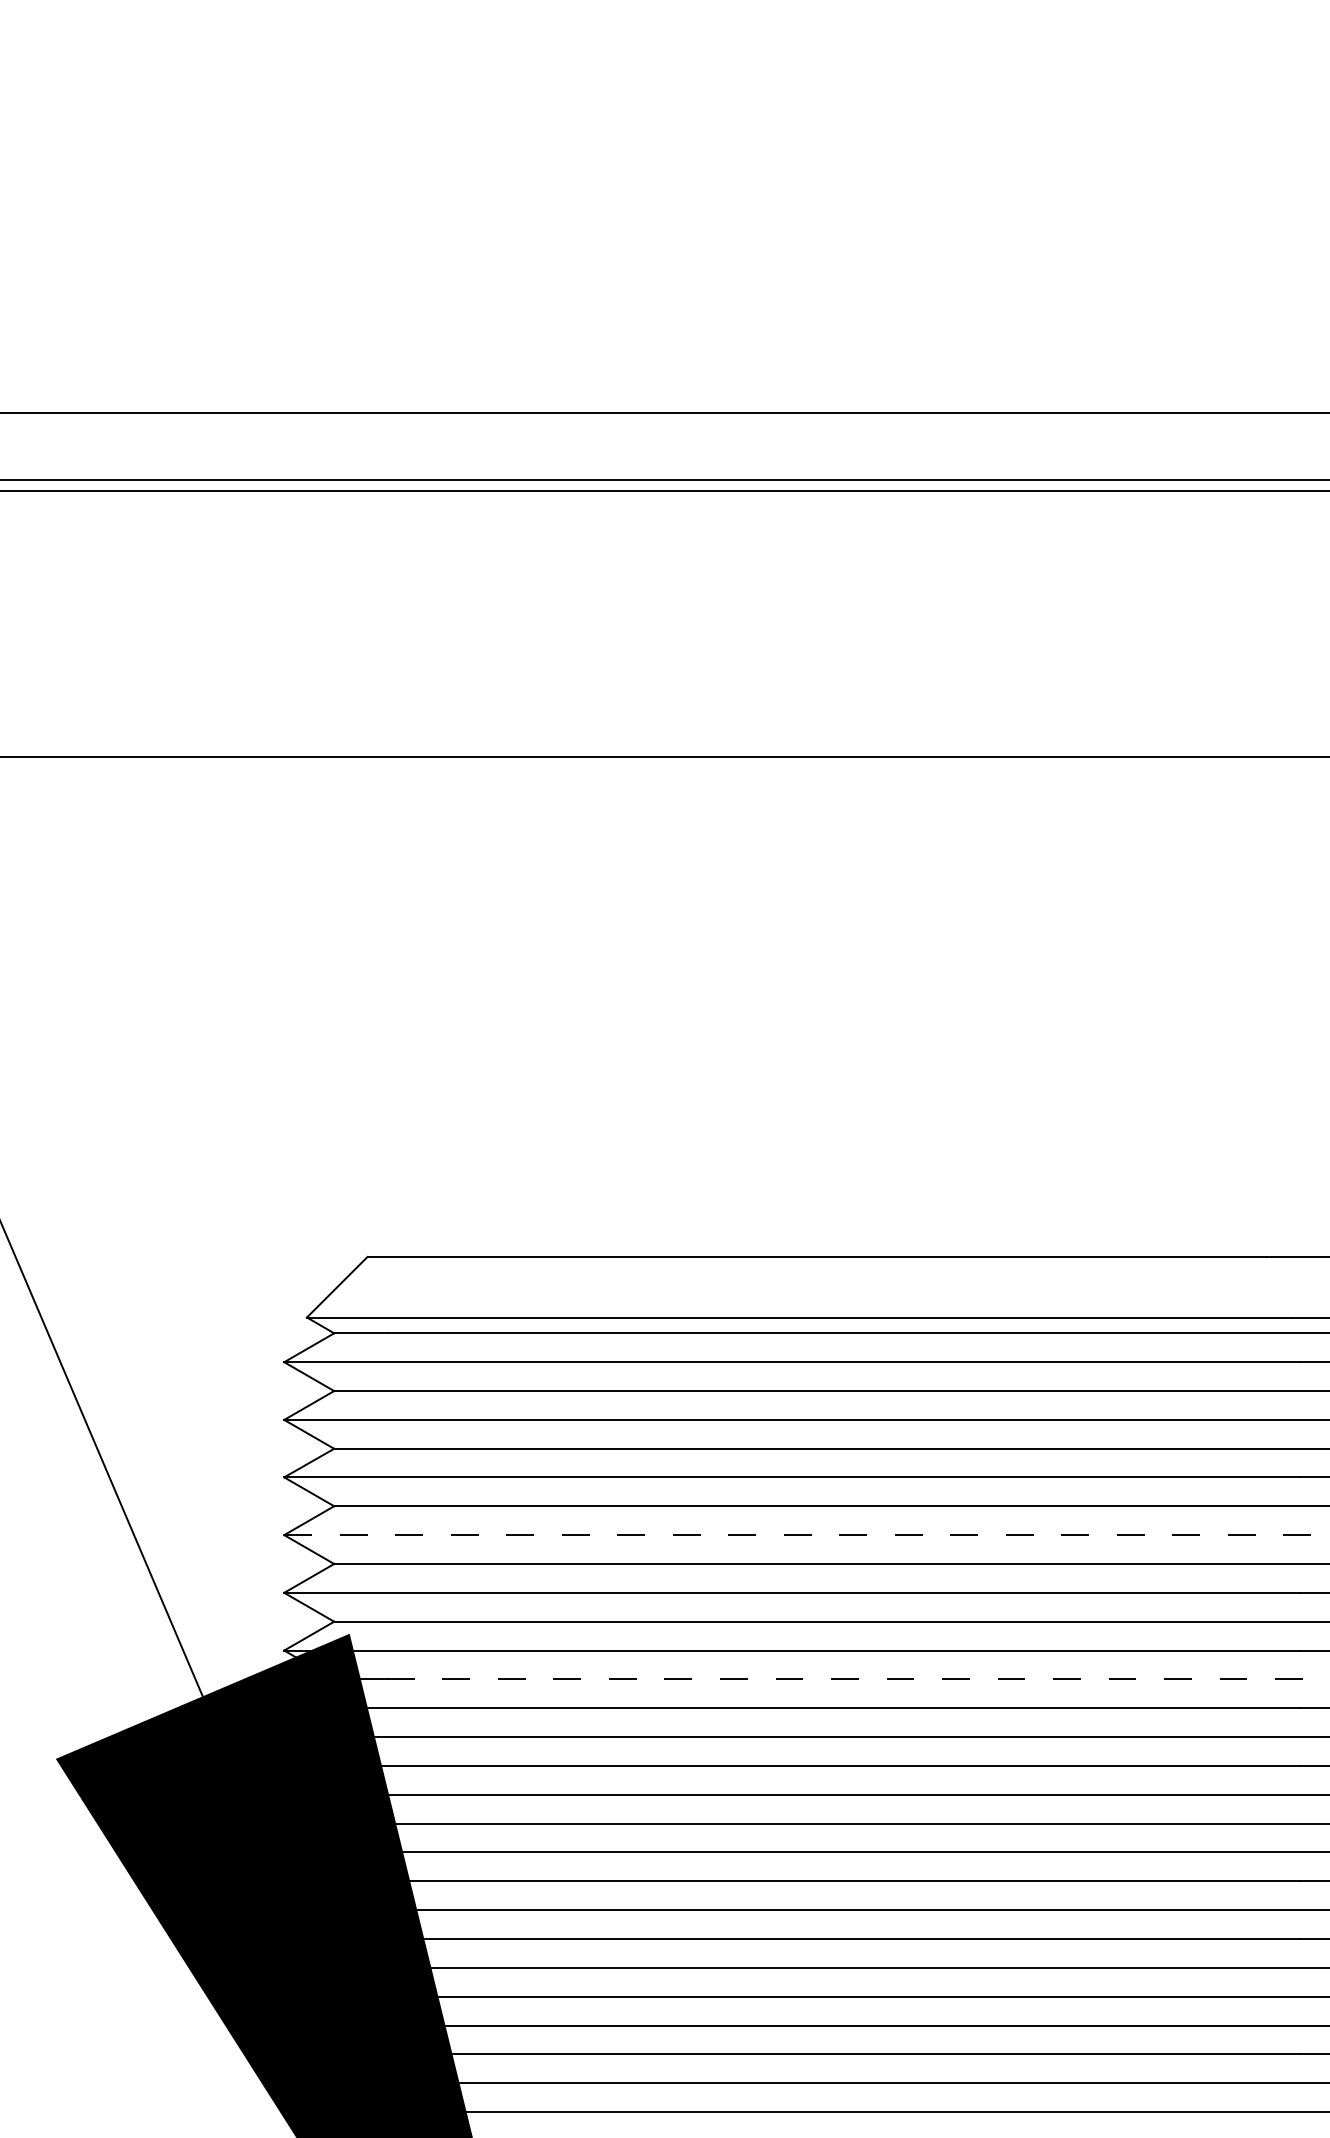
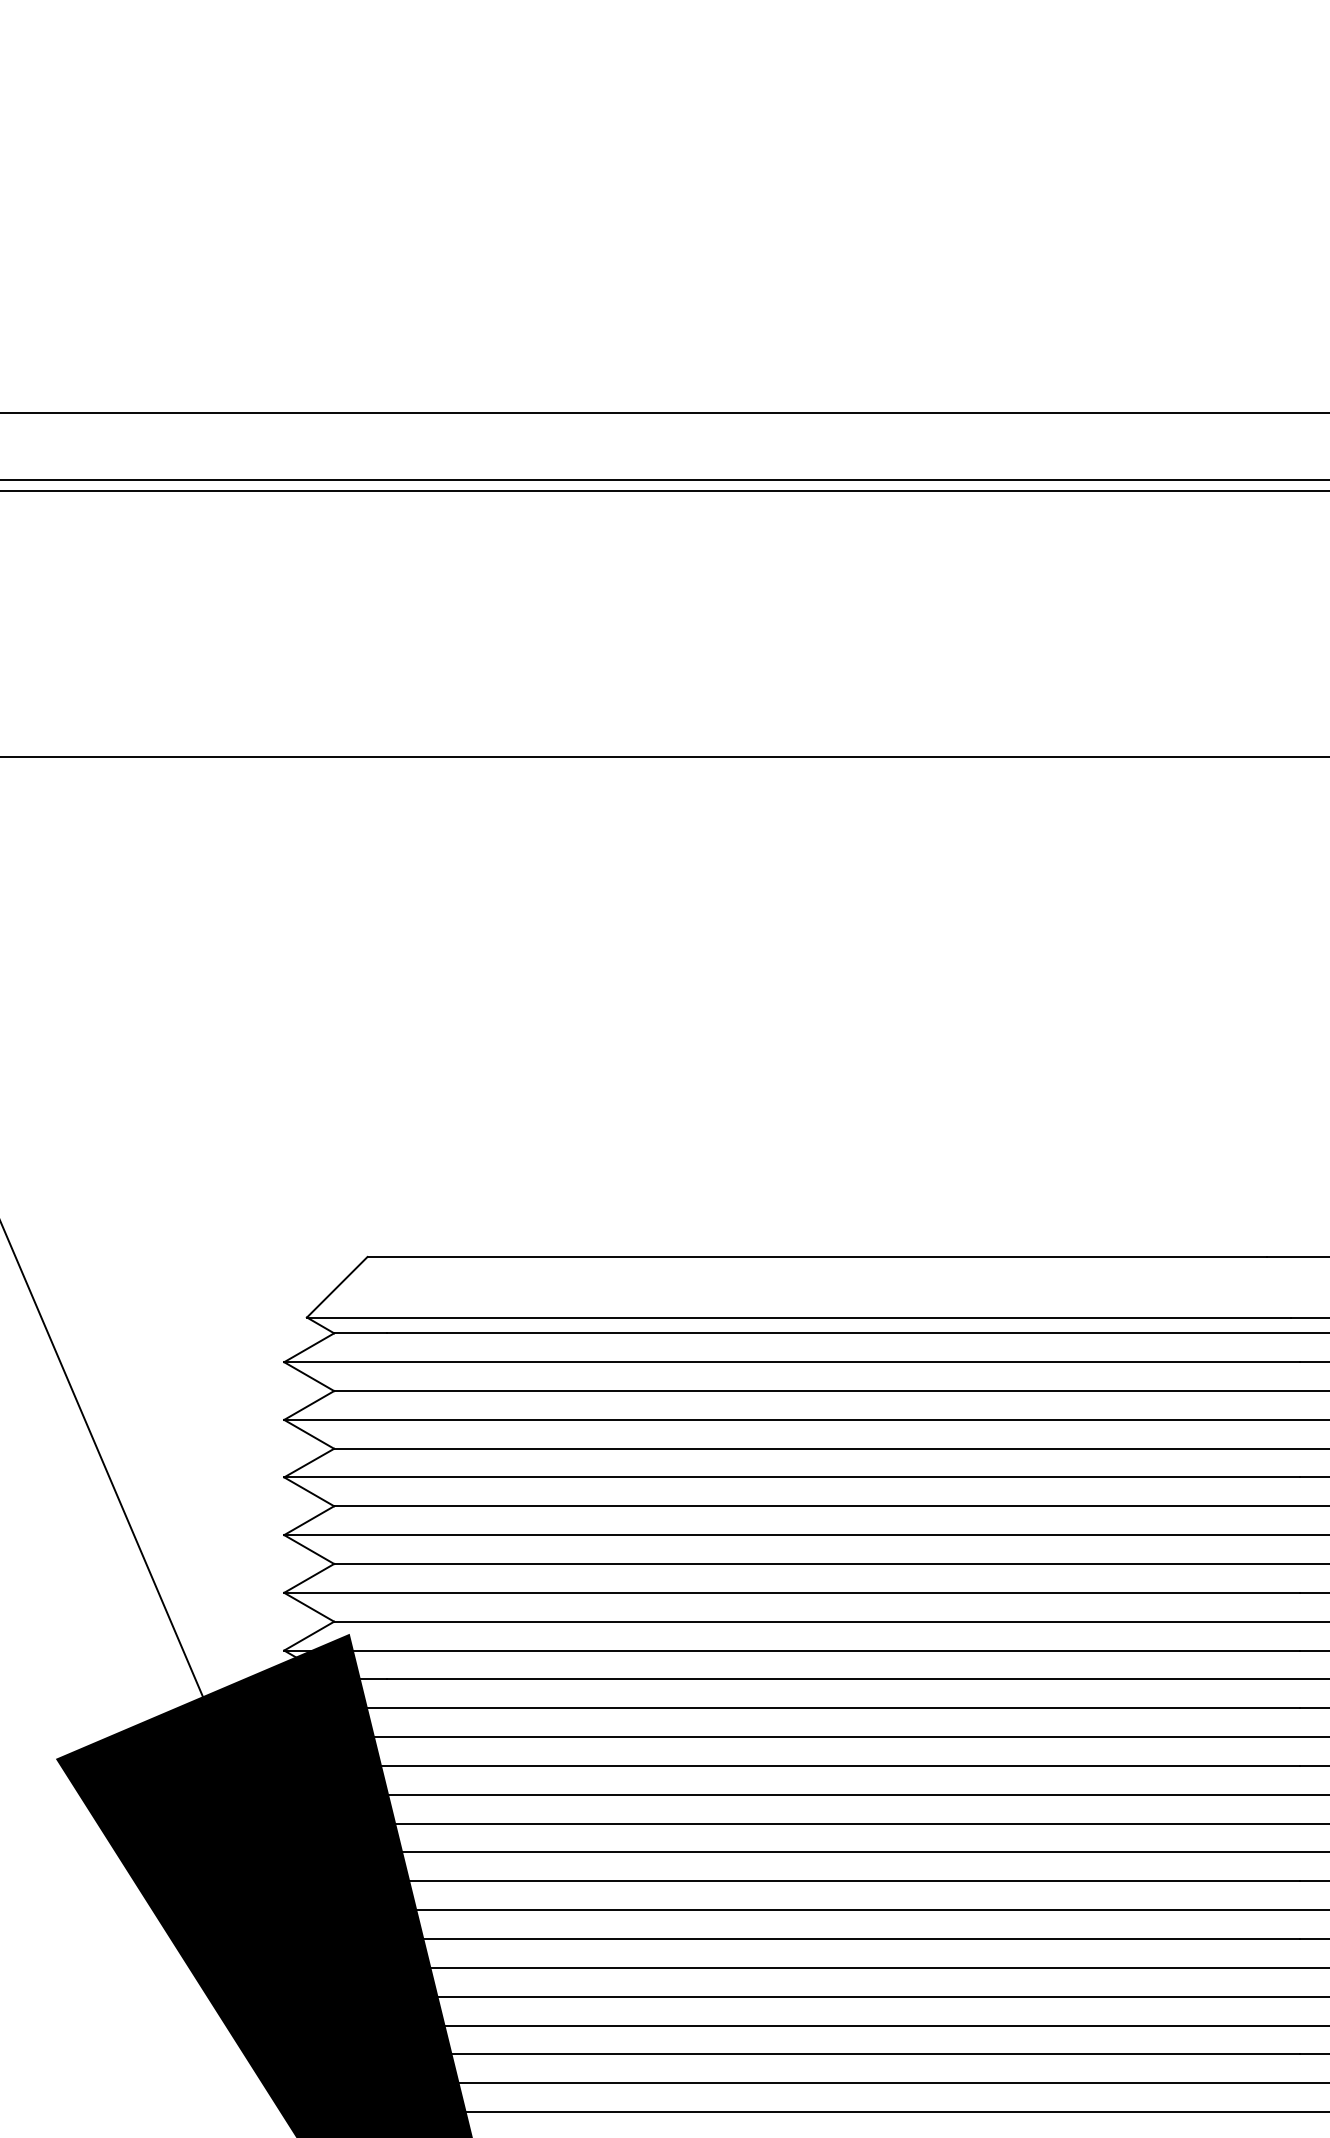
line at (807, 1535): dashed -> solid
line at (858, 1679): dashed -> solid
